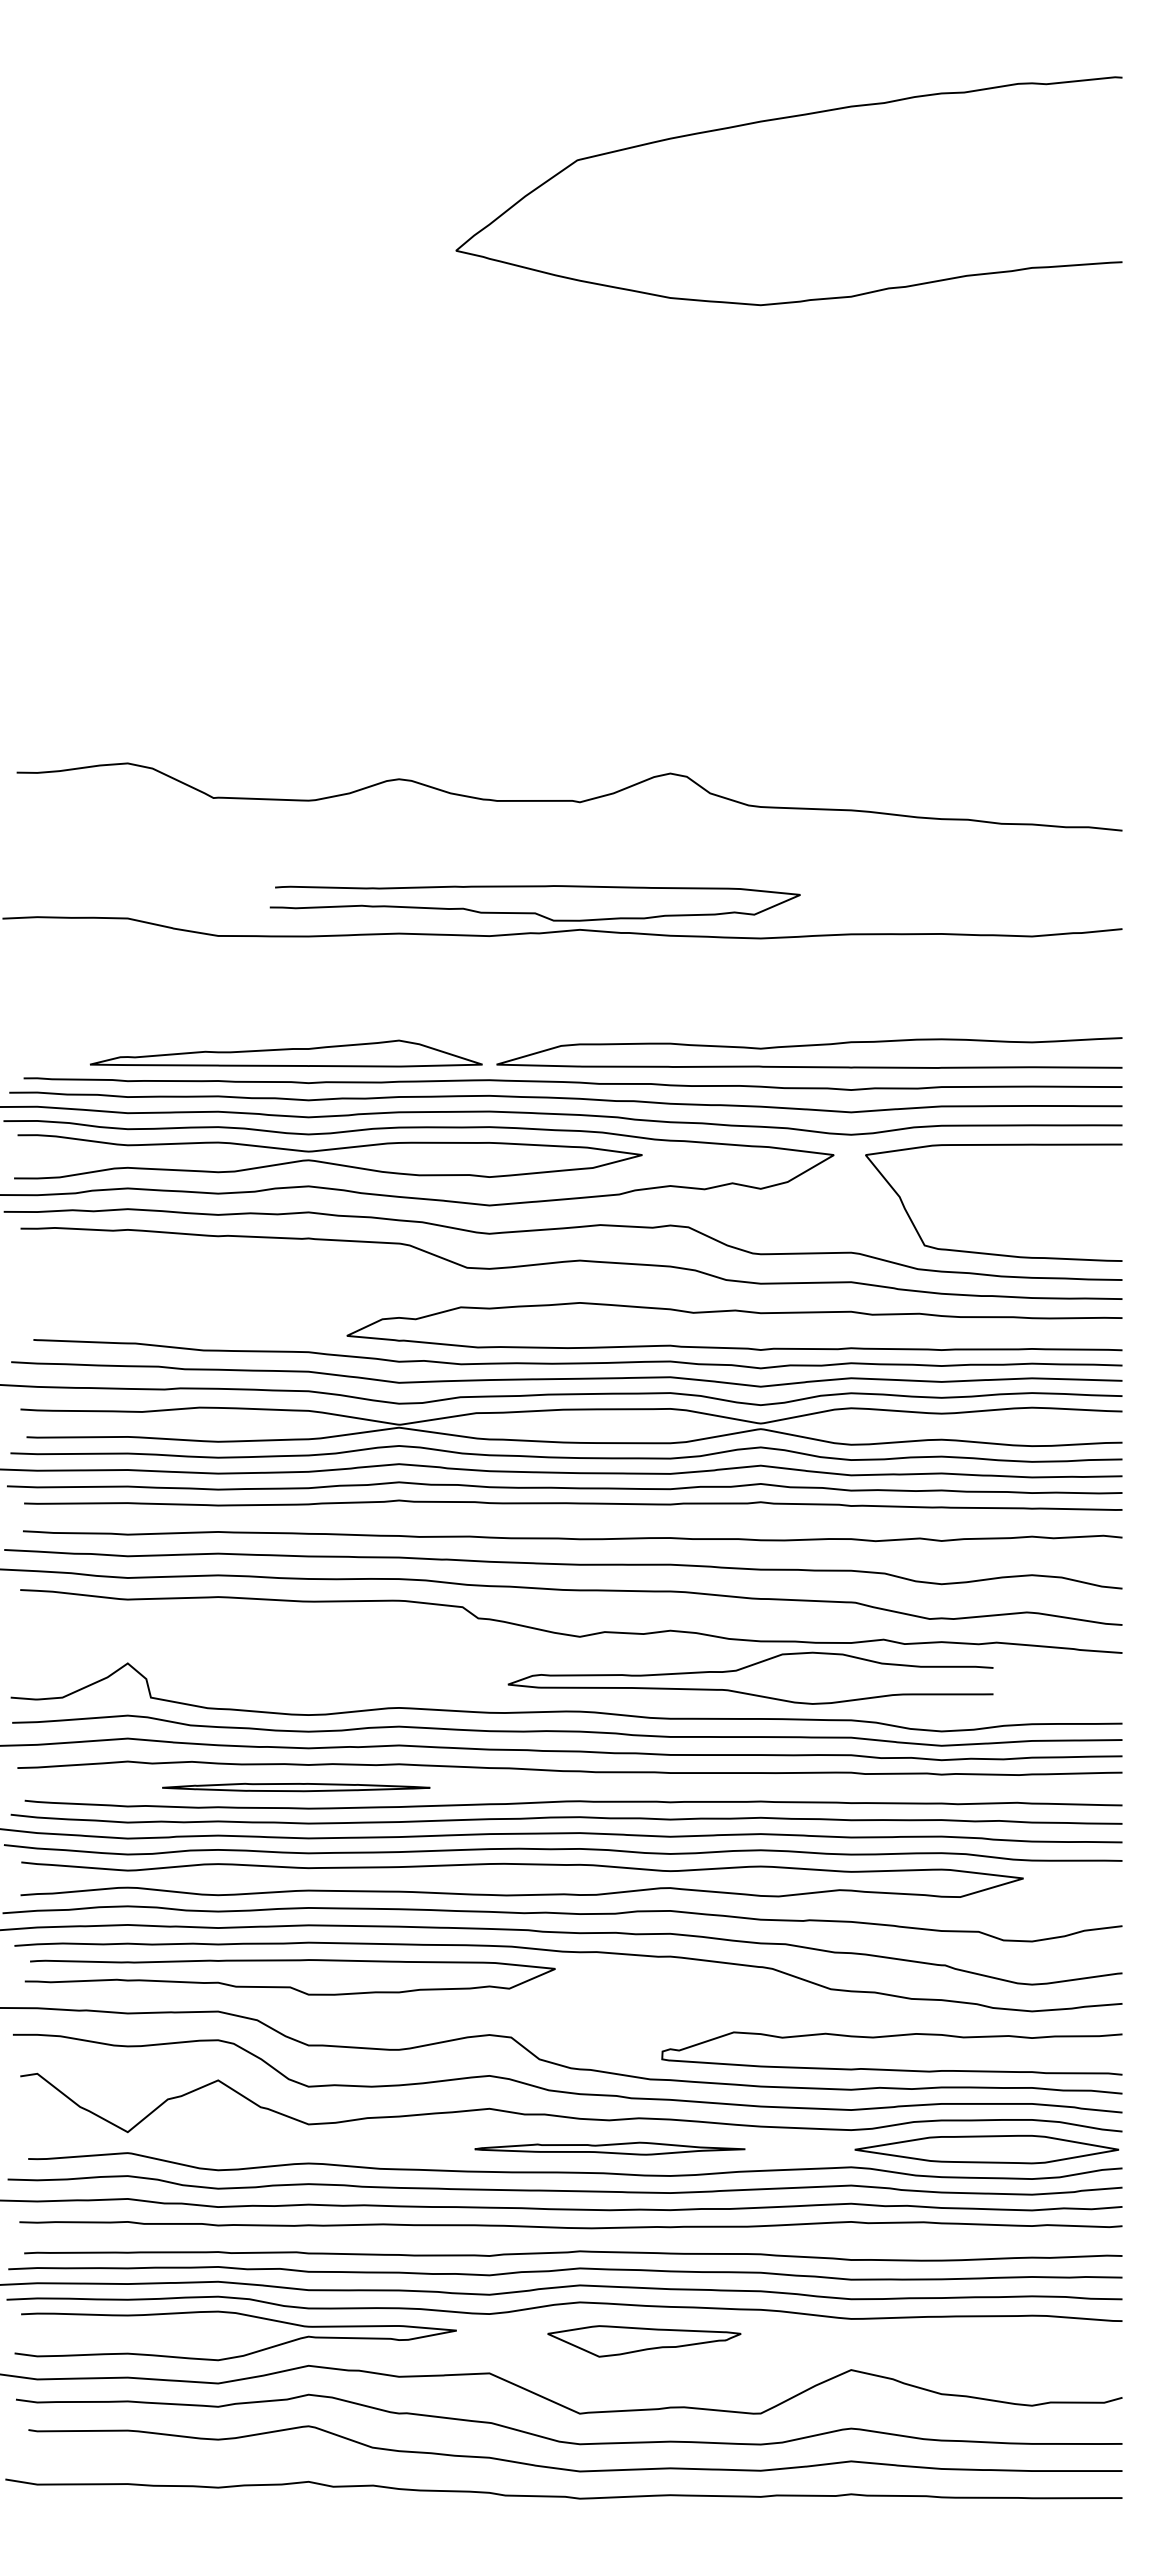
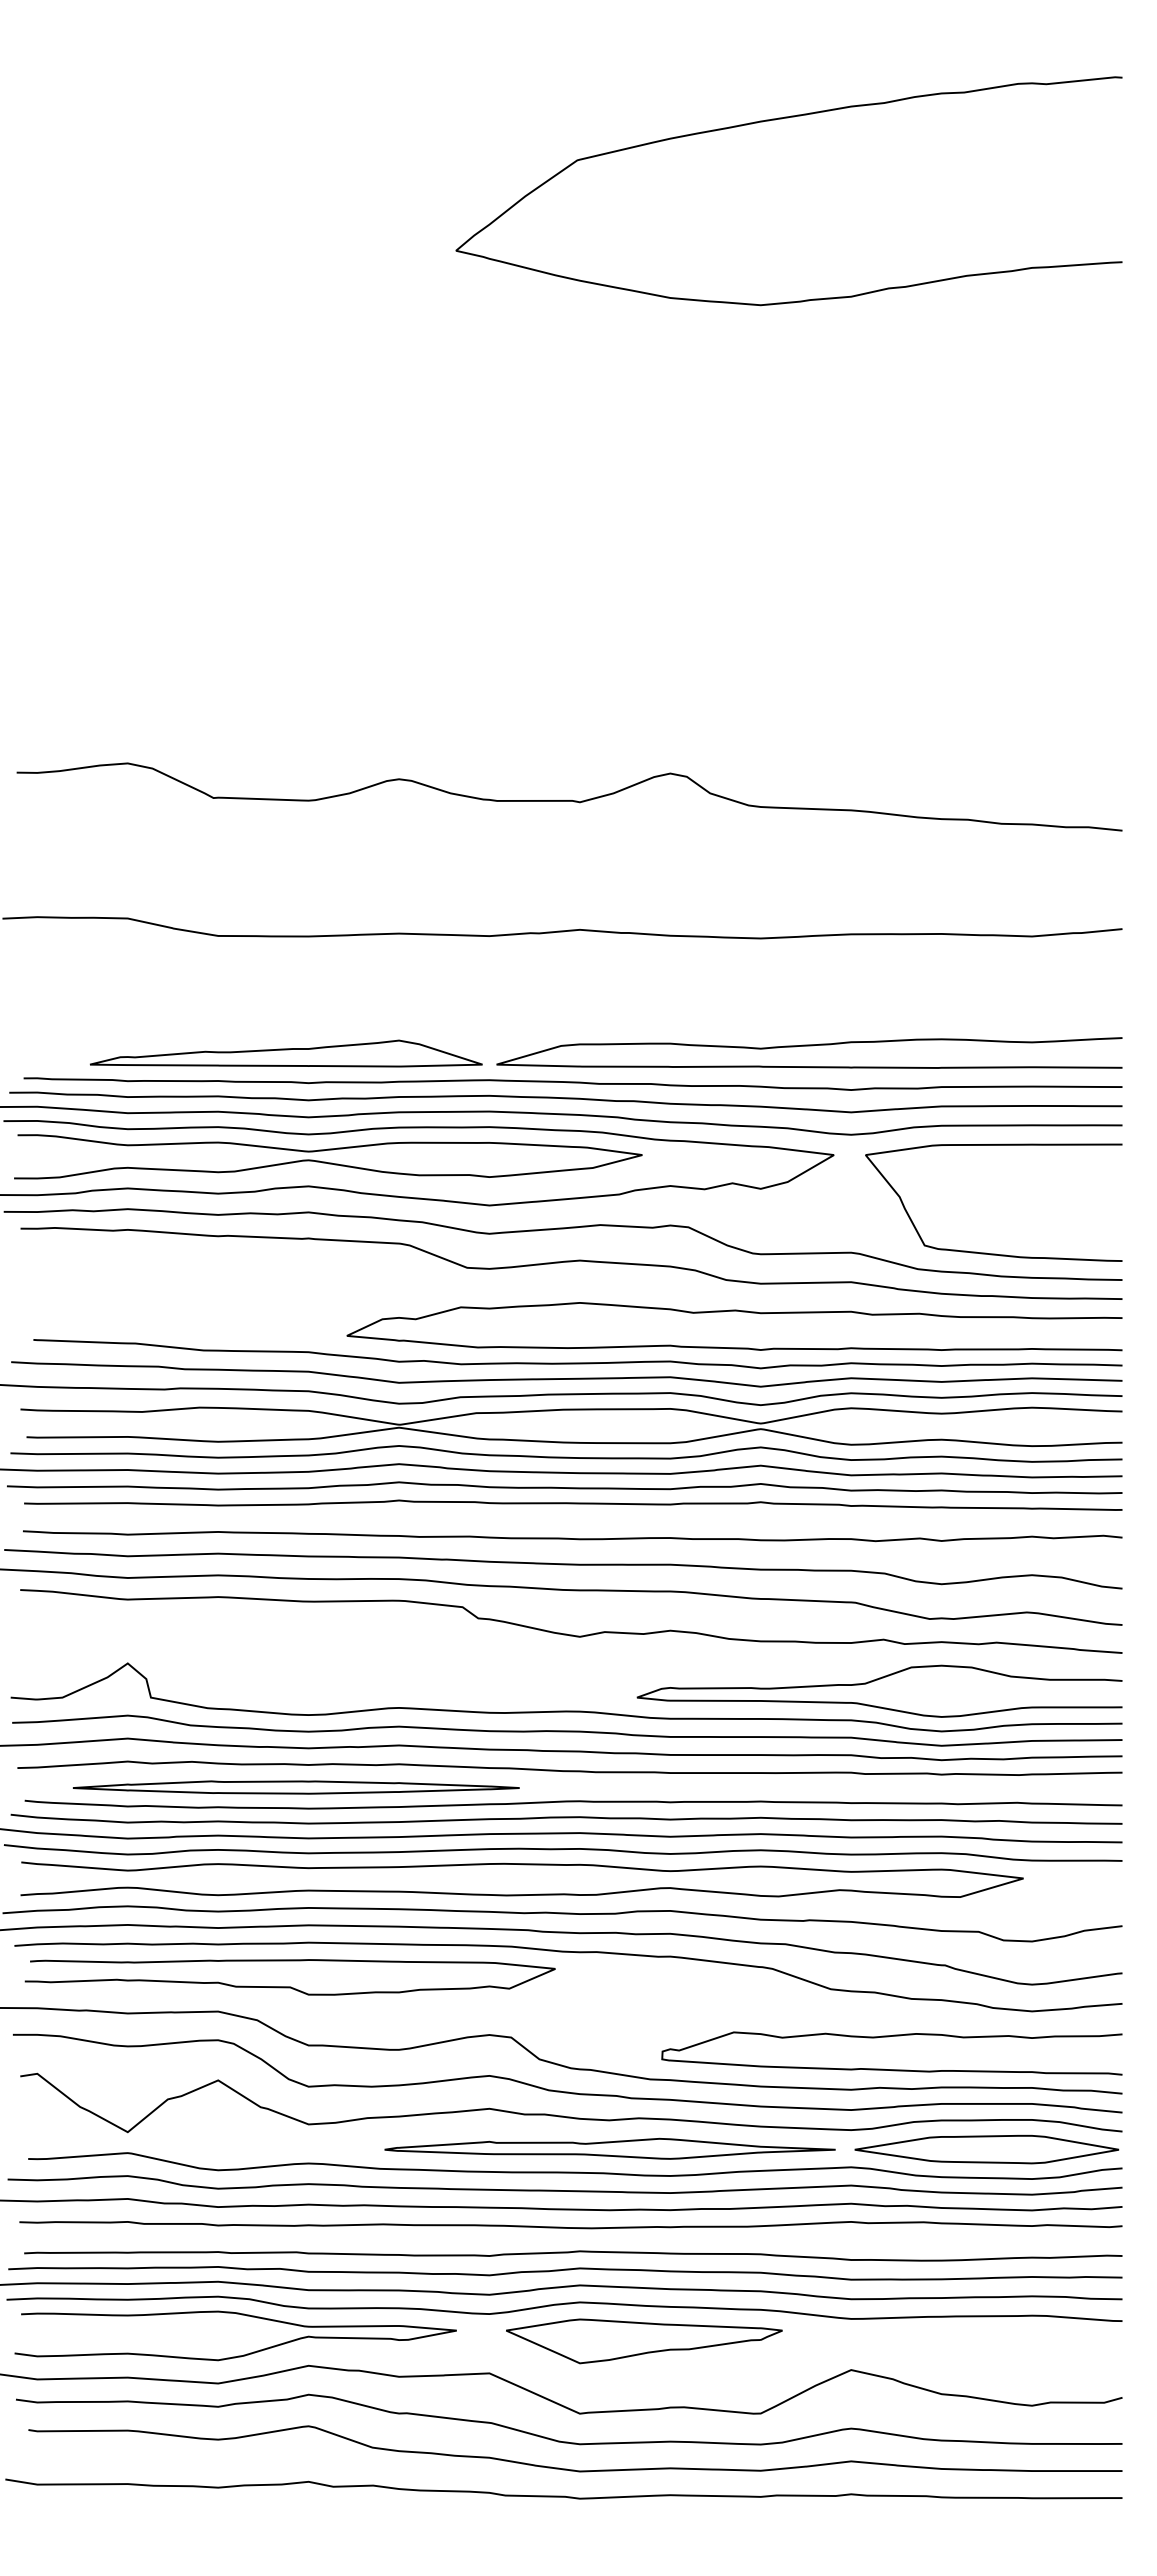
curve at (534, 912): present -> none
curve at (748, 1667) position: (748, 1667) -> (877, 1680)
part at (296, 1787) size: 269x11 px -> 448x15 px
part at (609, 2148) size: 272x15 px -> 452x23 px
part at (644, 2341) size: 195x33 px -> 277x47 px
